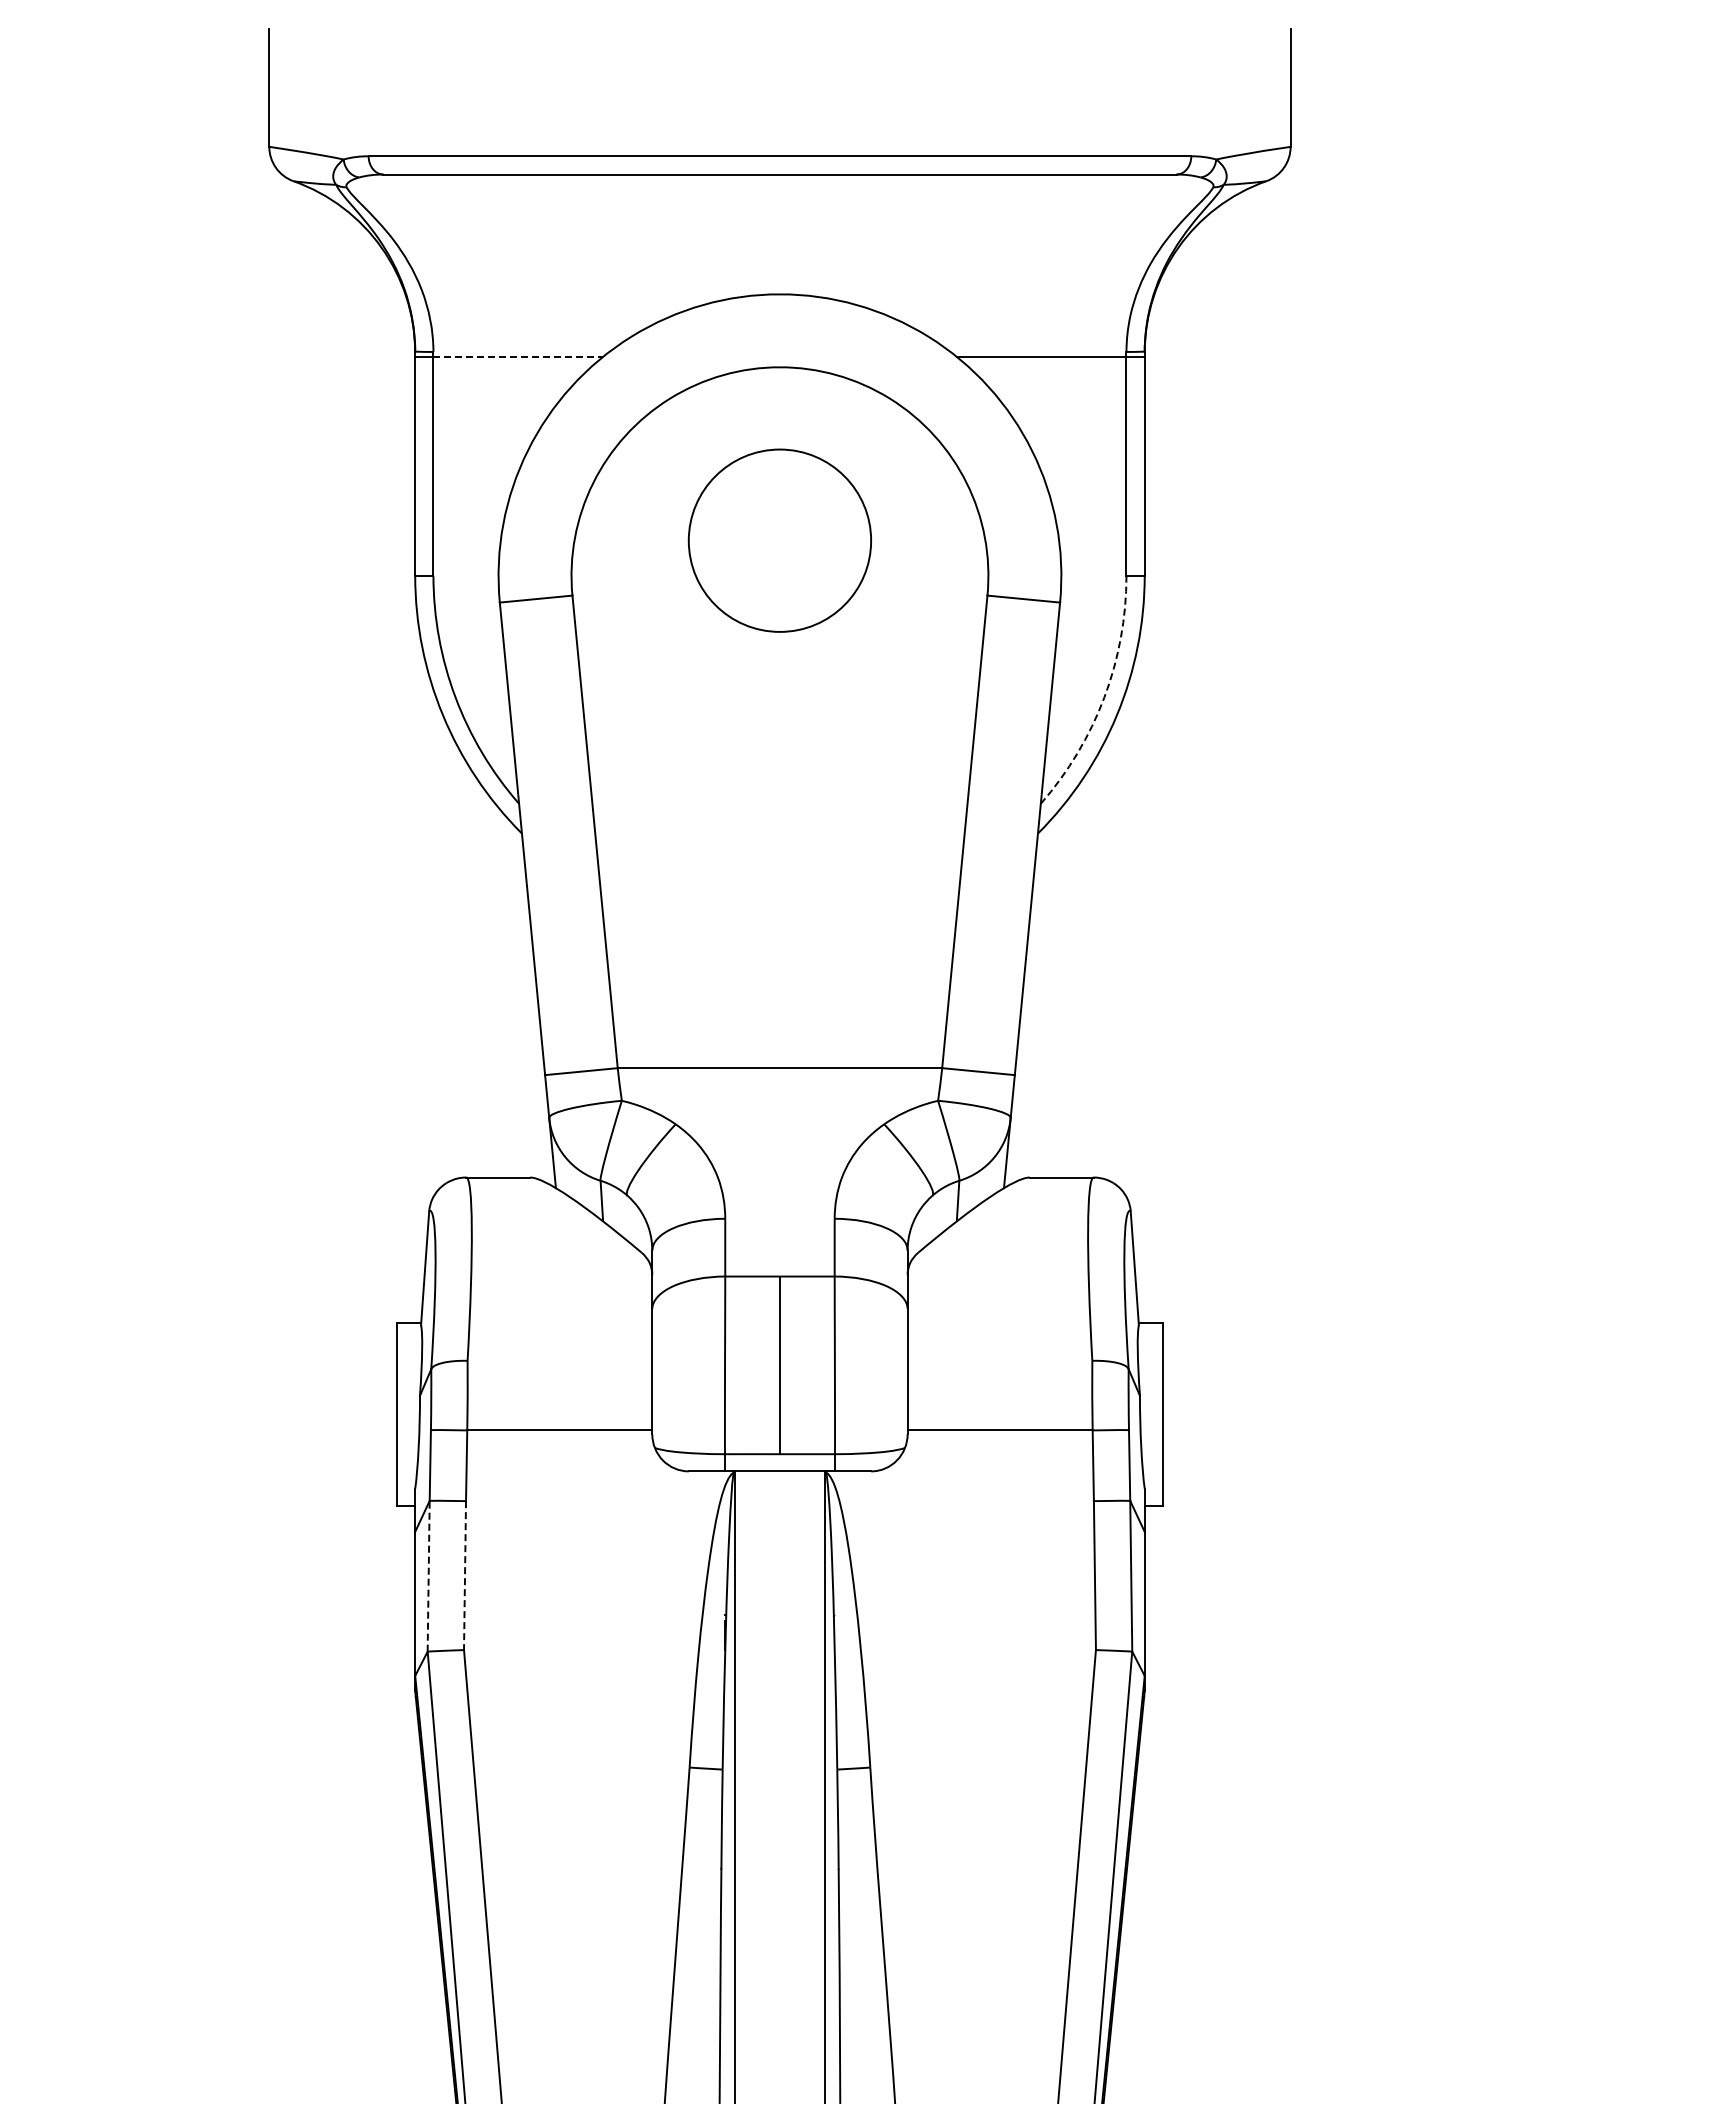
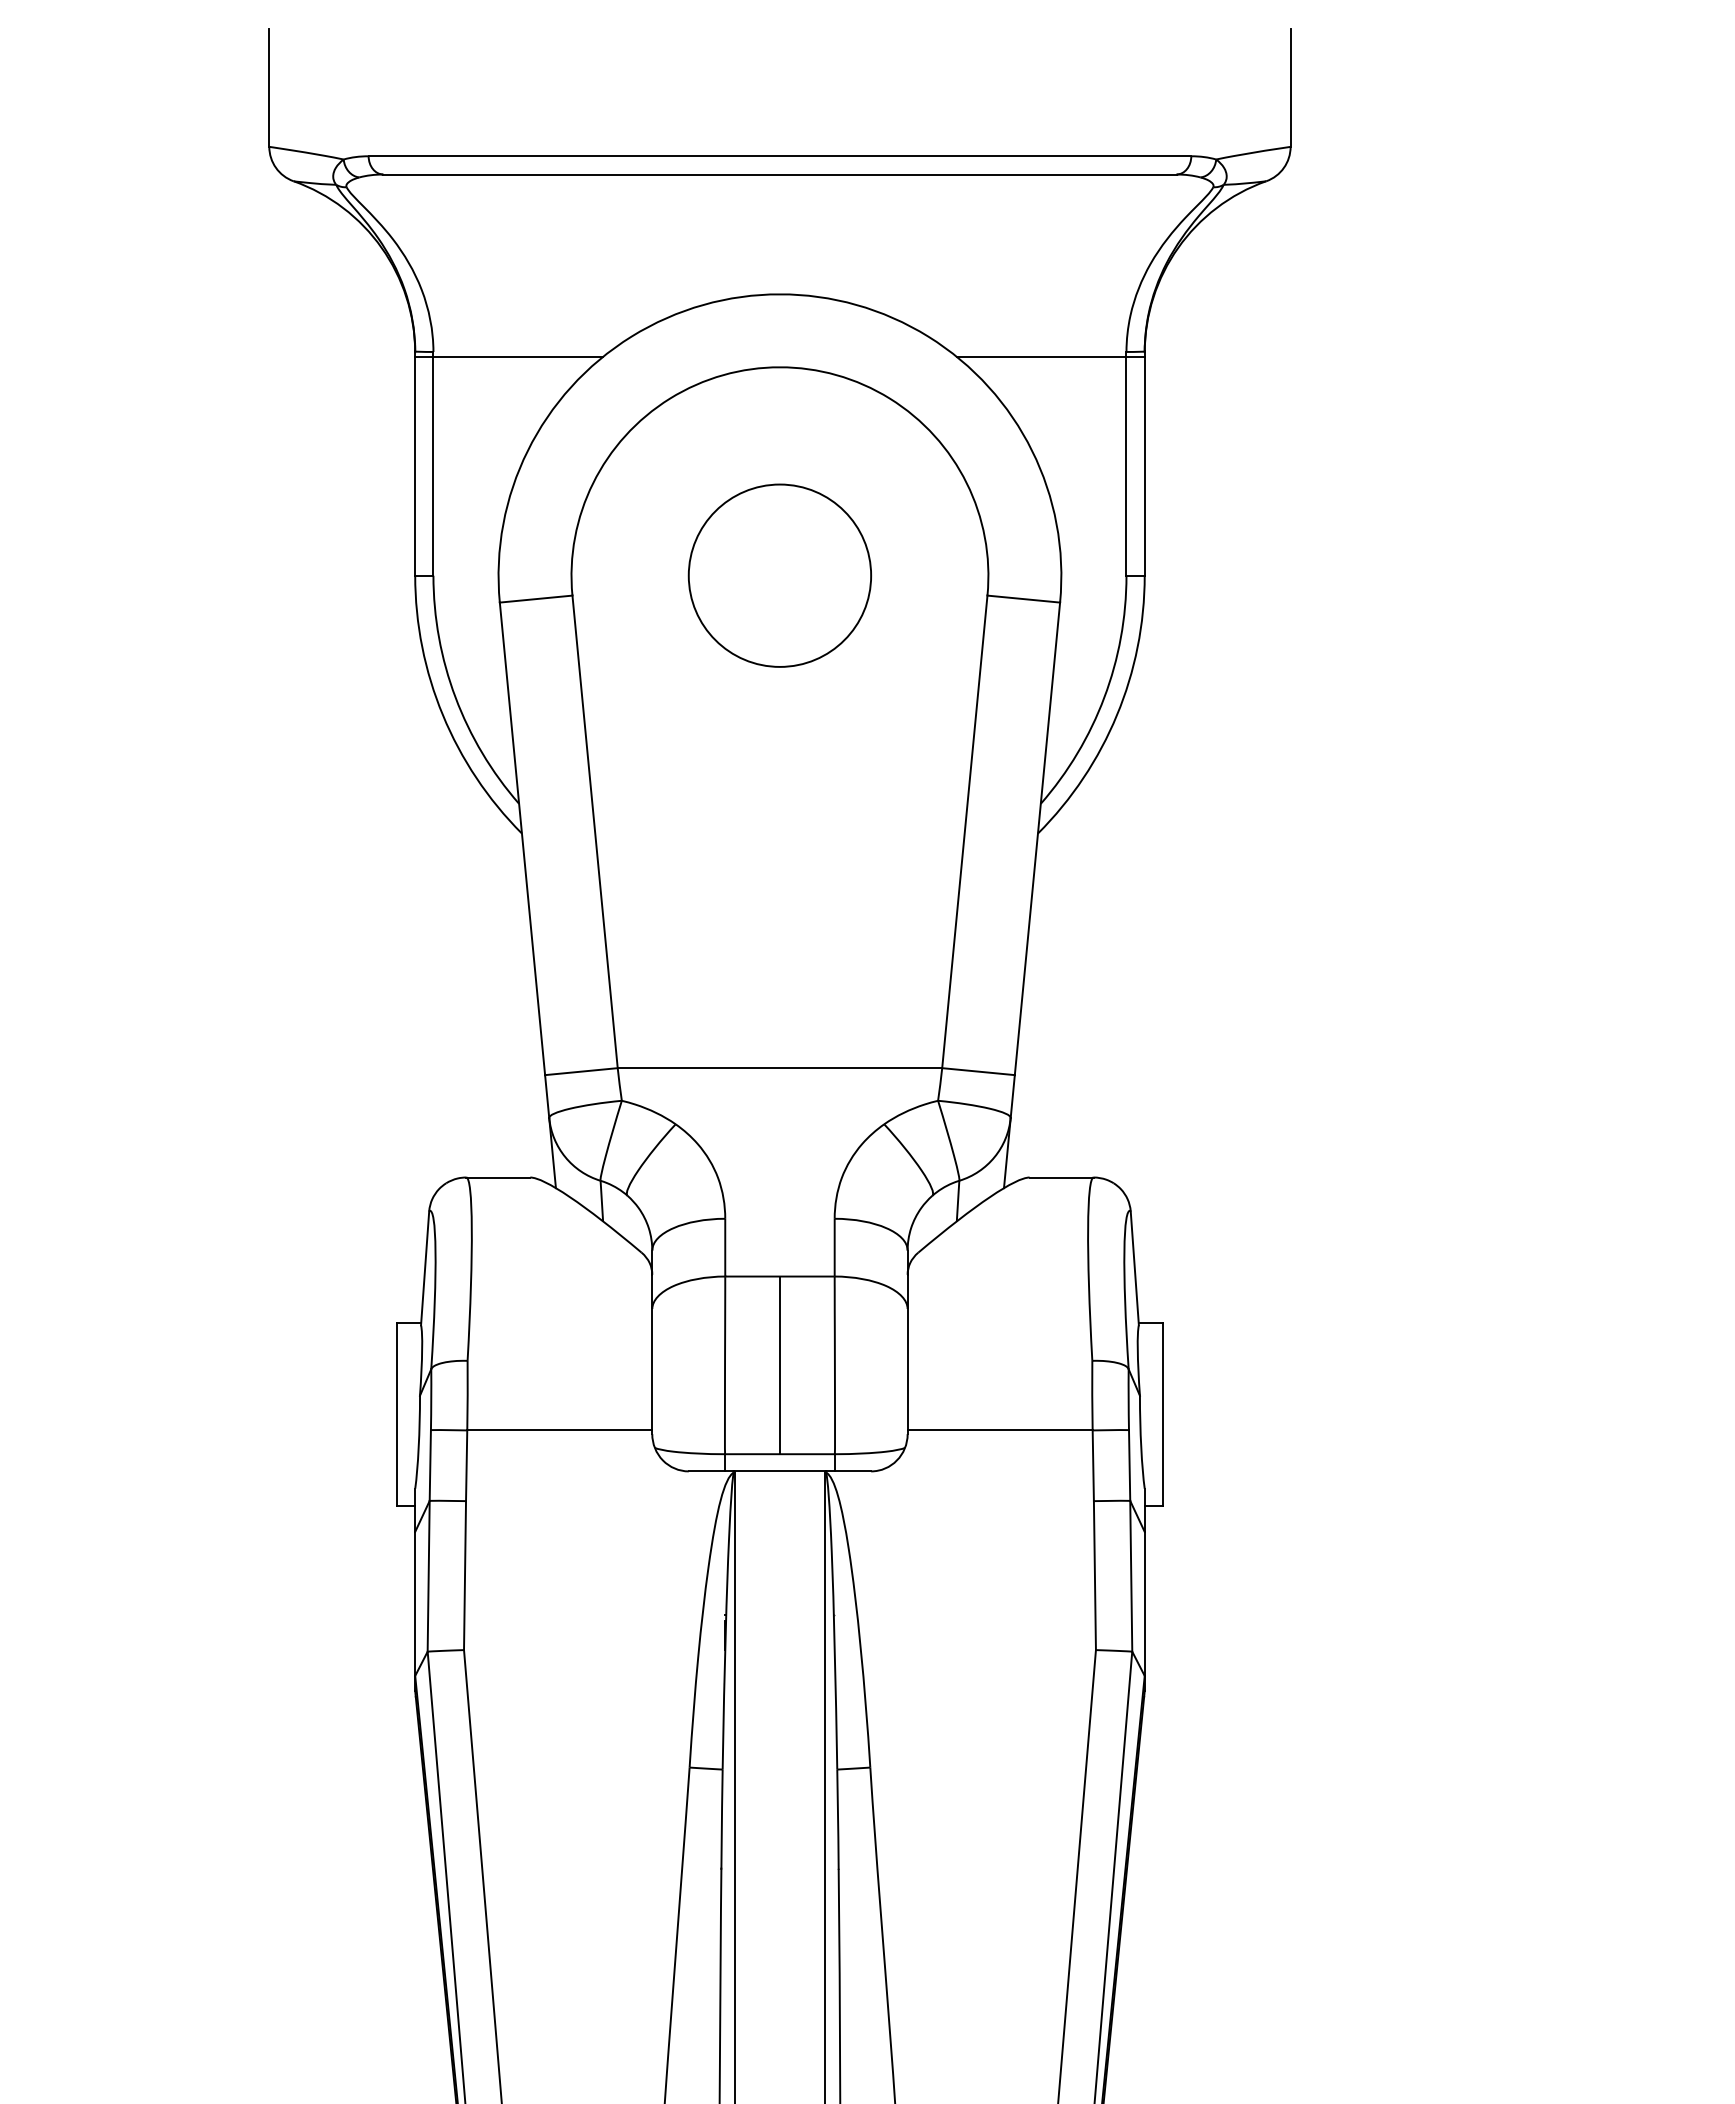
line at (518, 356): dashed -> solid
circle at (779, 540) position: (779, 540) -> (779, 575)
arc at (1104, 697): dashed -> solid
line at (428, 1575): dashed -> solid
line at (465, 1576): dashed -> solid
